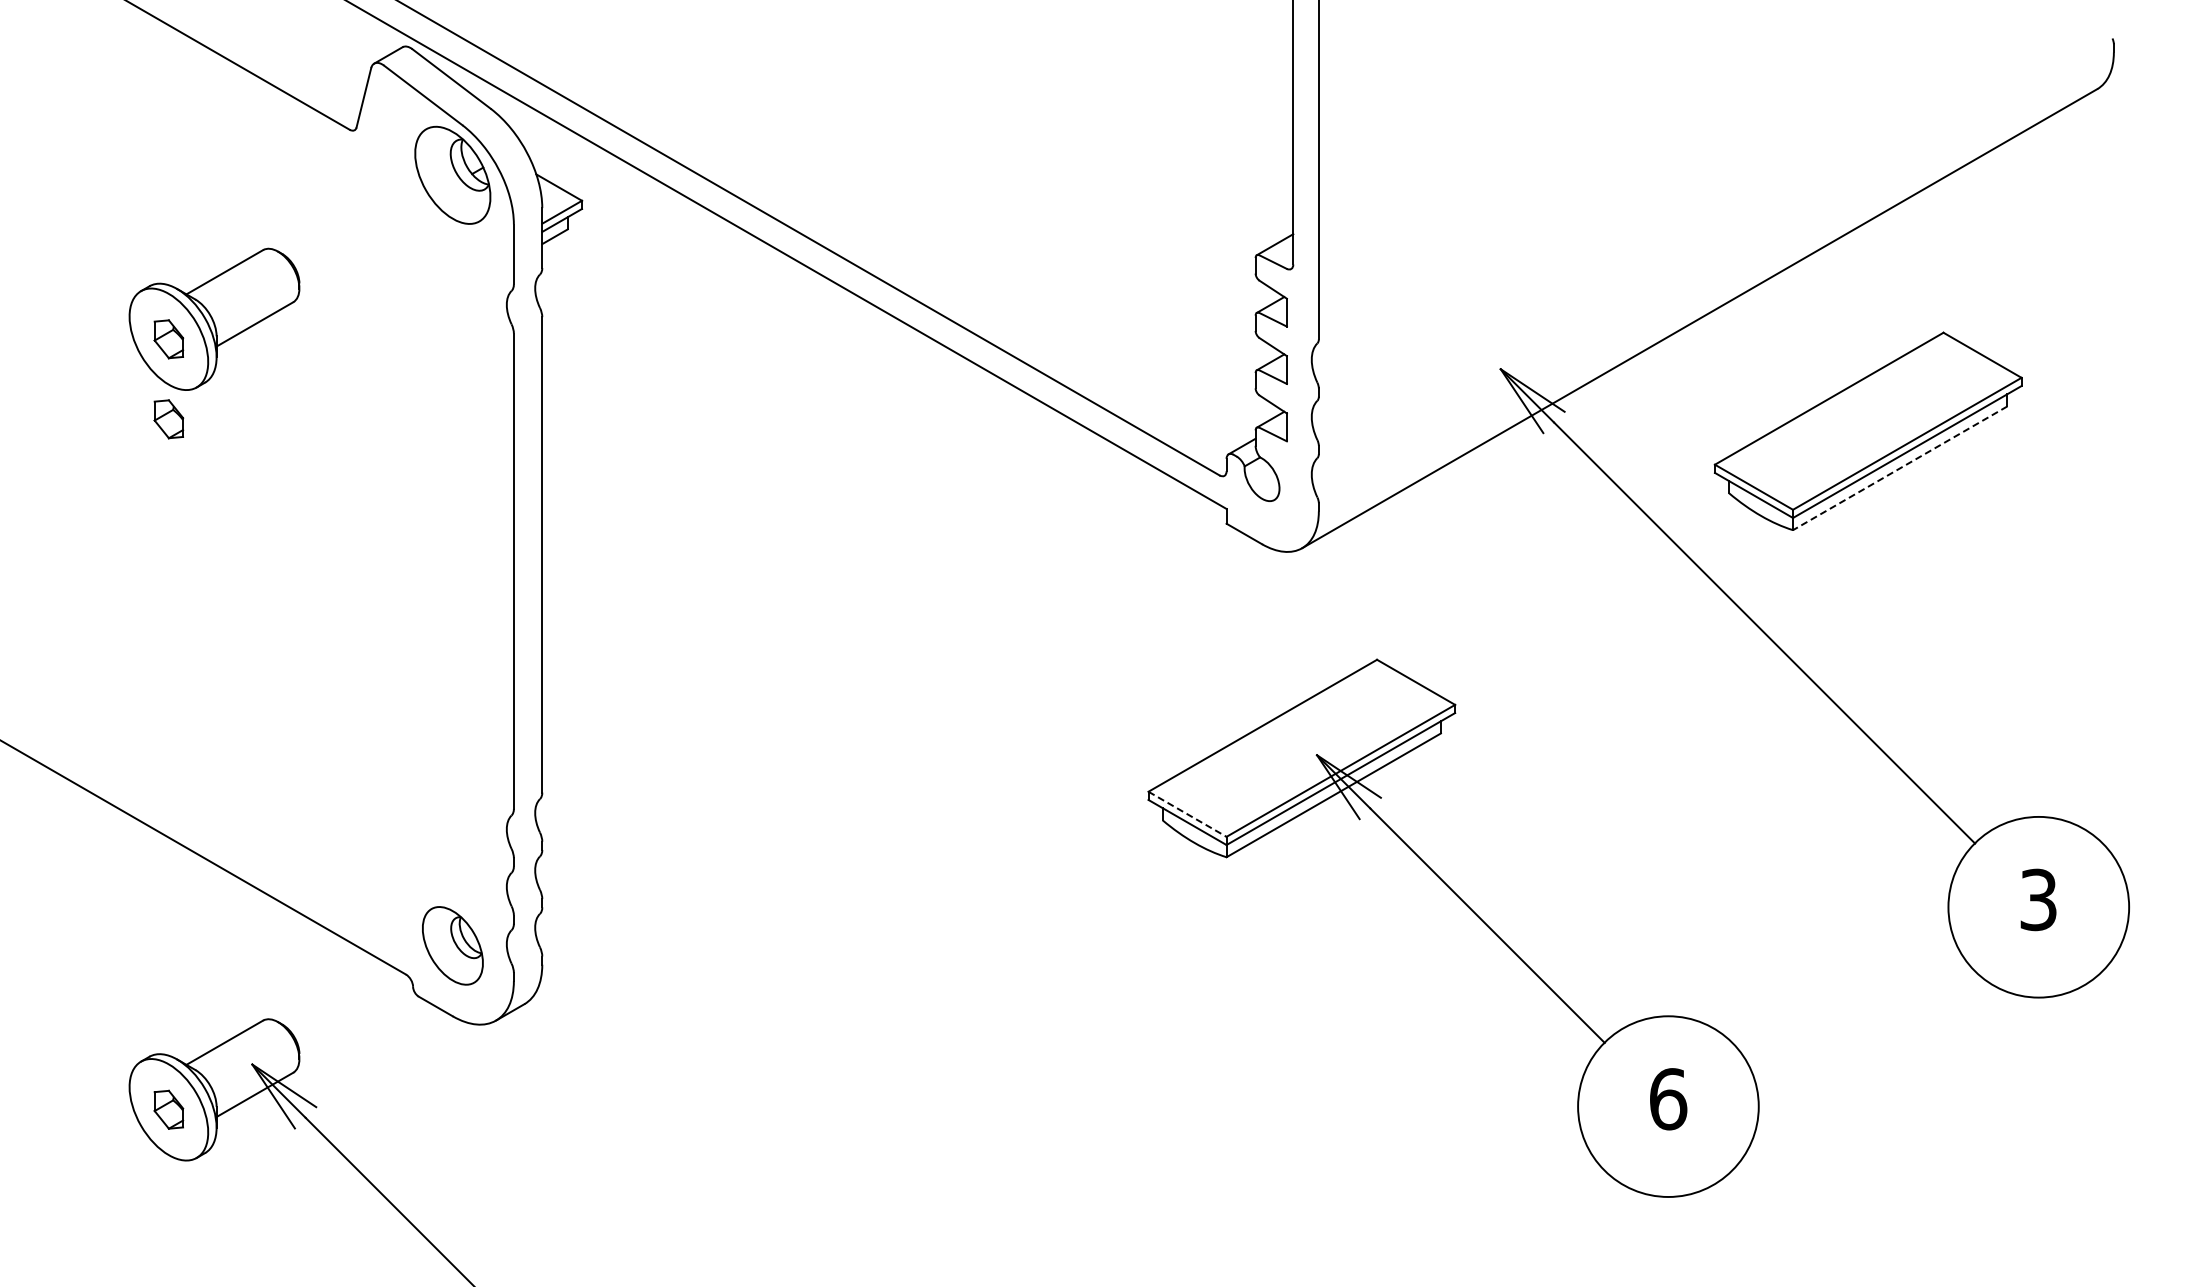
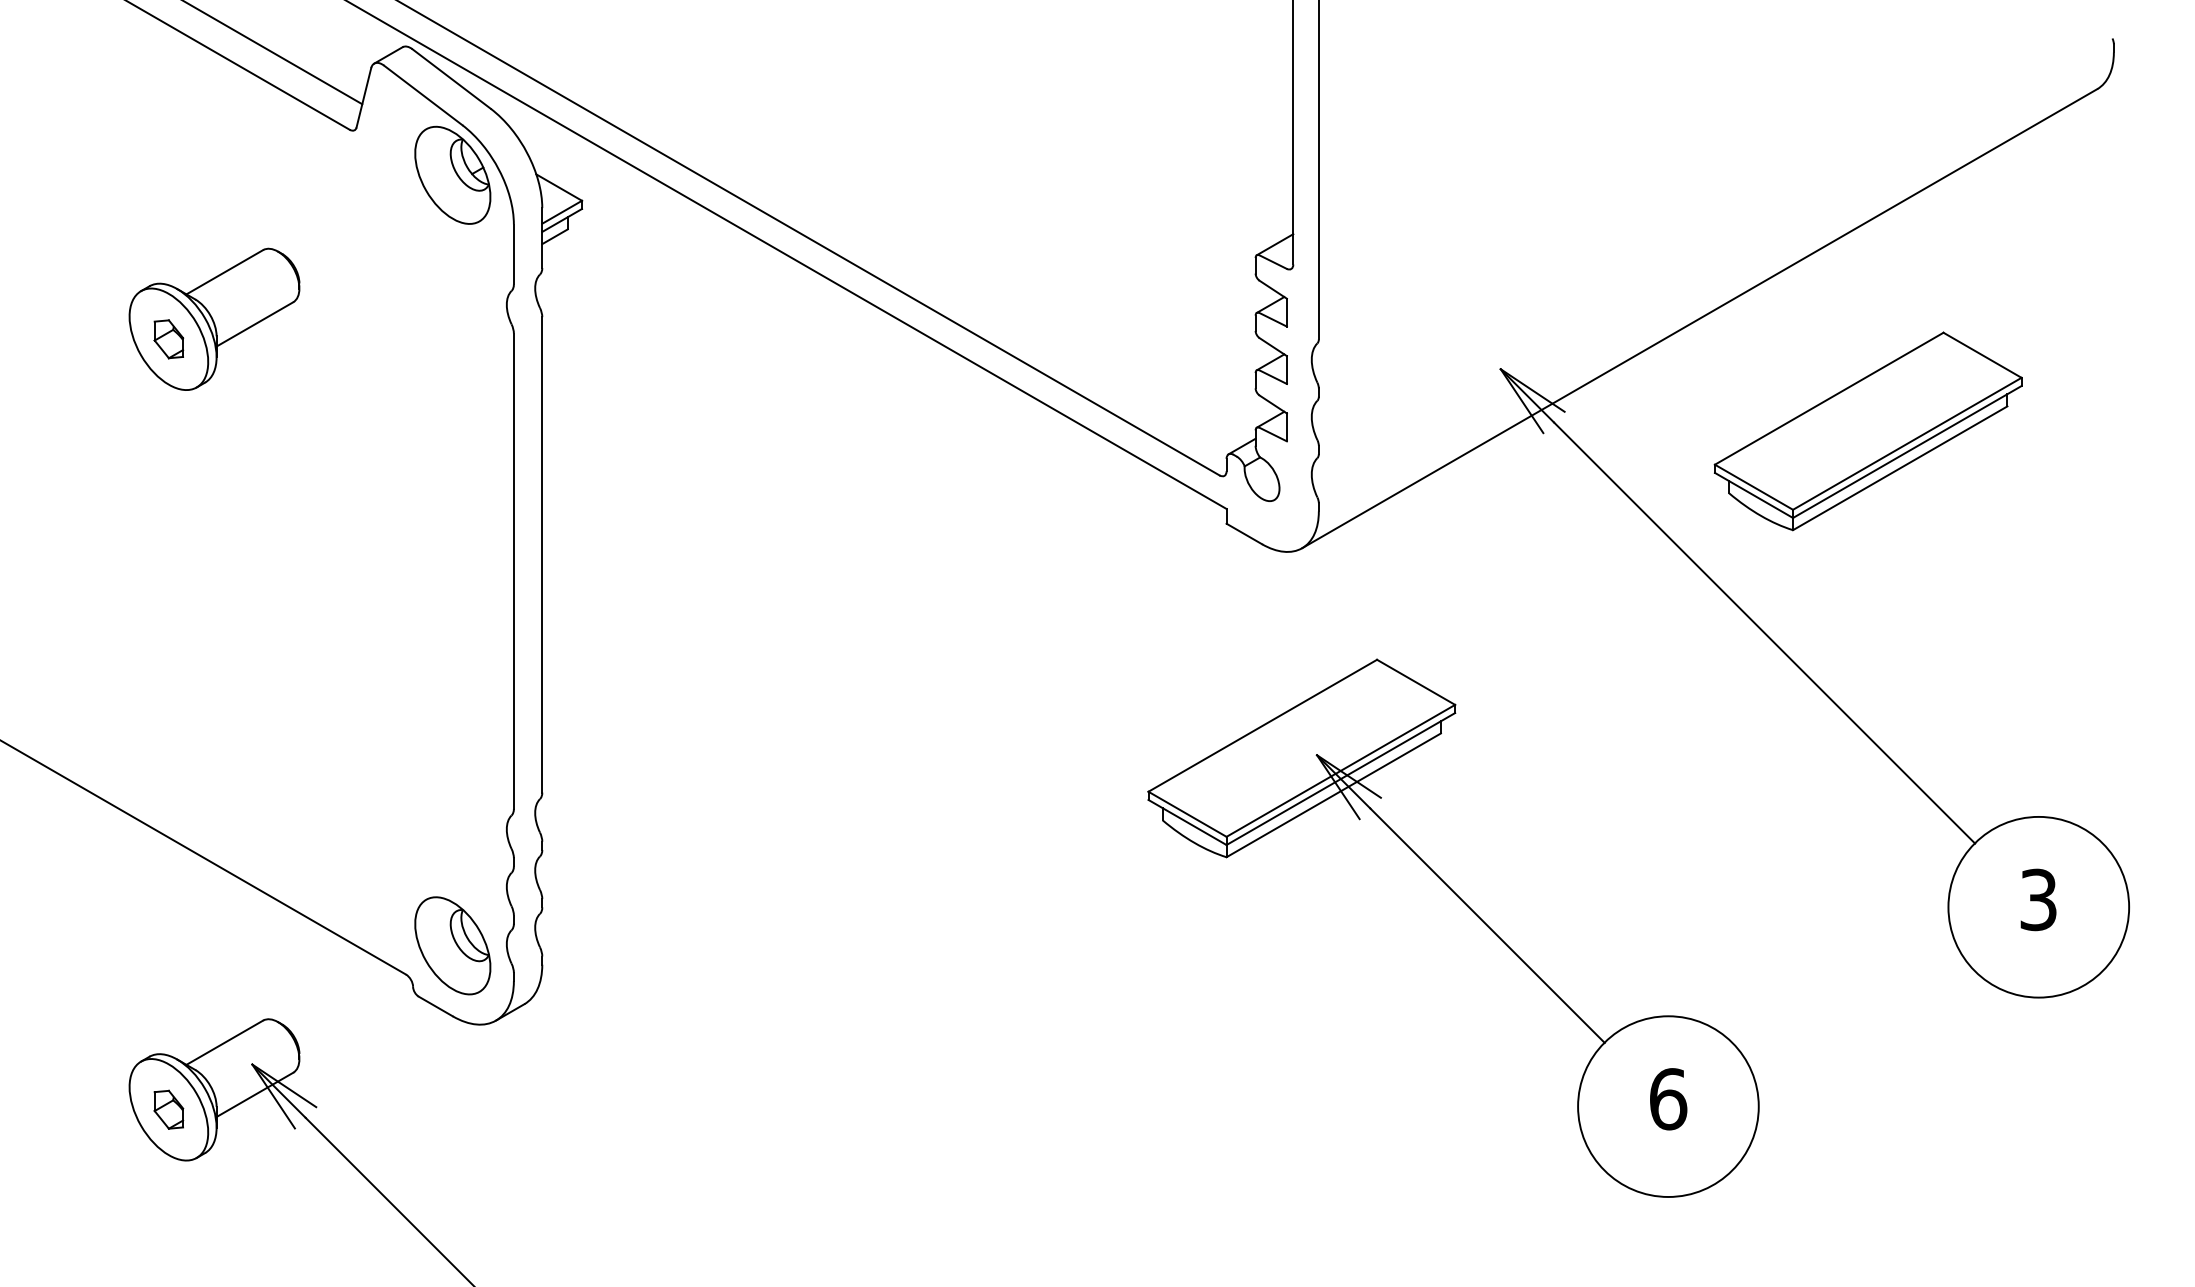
line at (273, 53): none -> present
part at (168, 419): present -> none
line at (1900, 468): dashed -> solid
line at (1187, 814): dashed -> solid
part at (452, 945) size: 62x80 px -> 78x100 px
